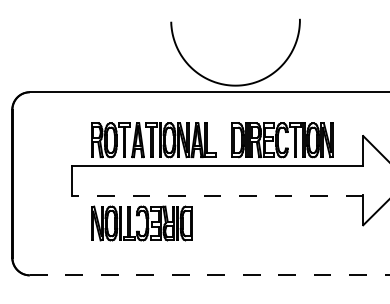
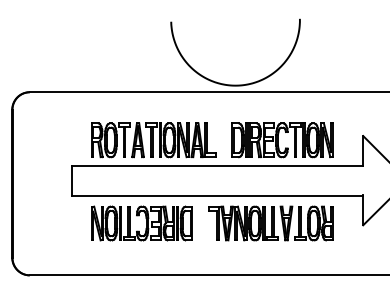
line at (217, 195): dashed -> solid
part at (270, 223): none -> present
line at (209, 275): dashed -> solid
